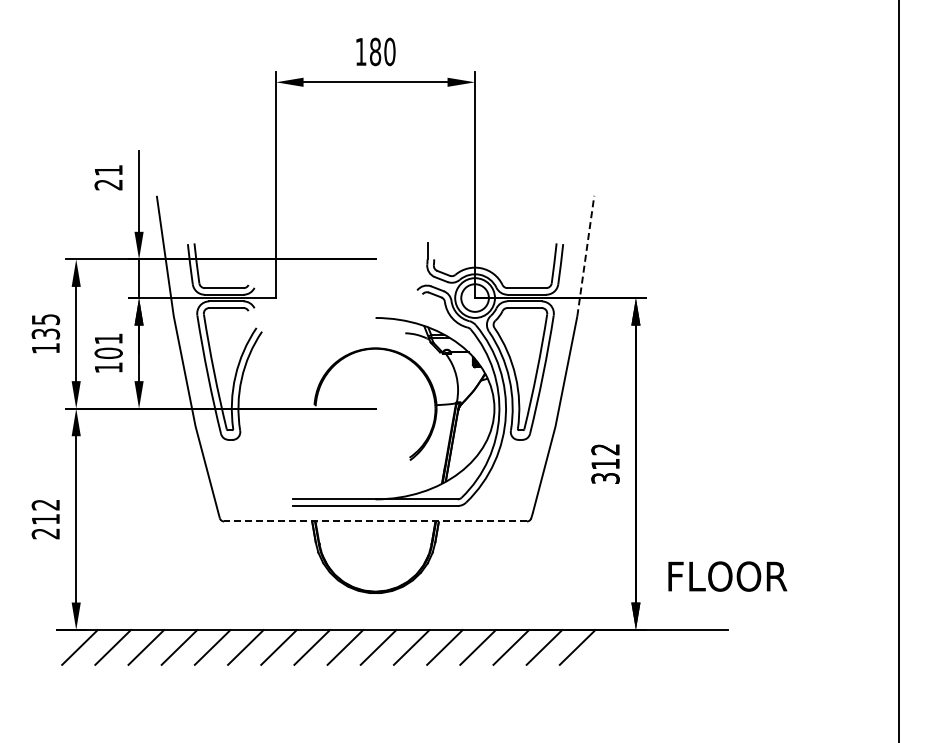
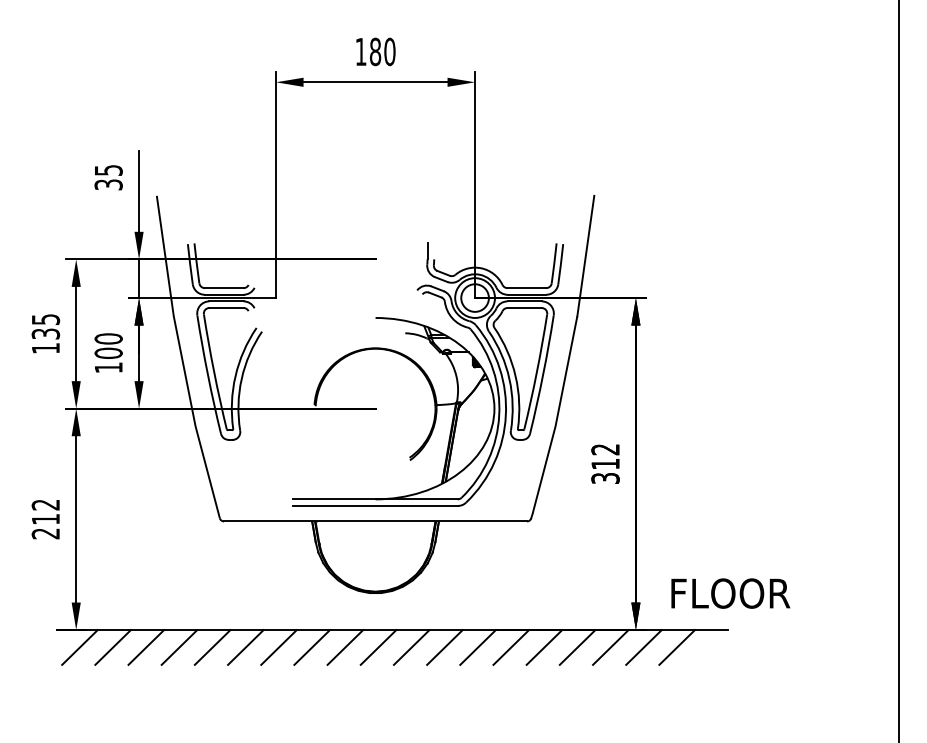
text at (108, 177): 21 -> 35
line at (585, 256): dashed -> solid
text at (108, 338): 101 -> 100
line at (375, 521): dashed -> solid
text at (727, 576) position: (727, 576) -> (730, 593)
line at (610, 647): none -> present
line at (643, 647): none -> present
line at (676, 647): none -> present
